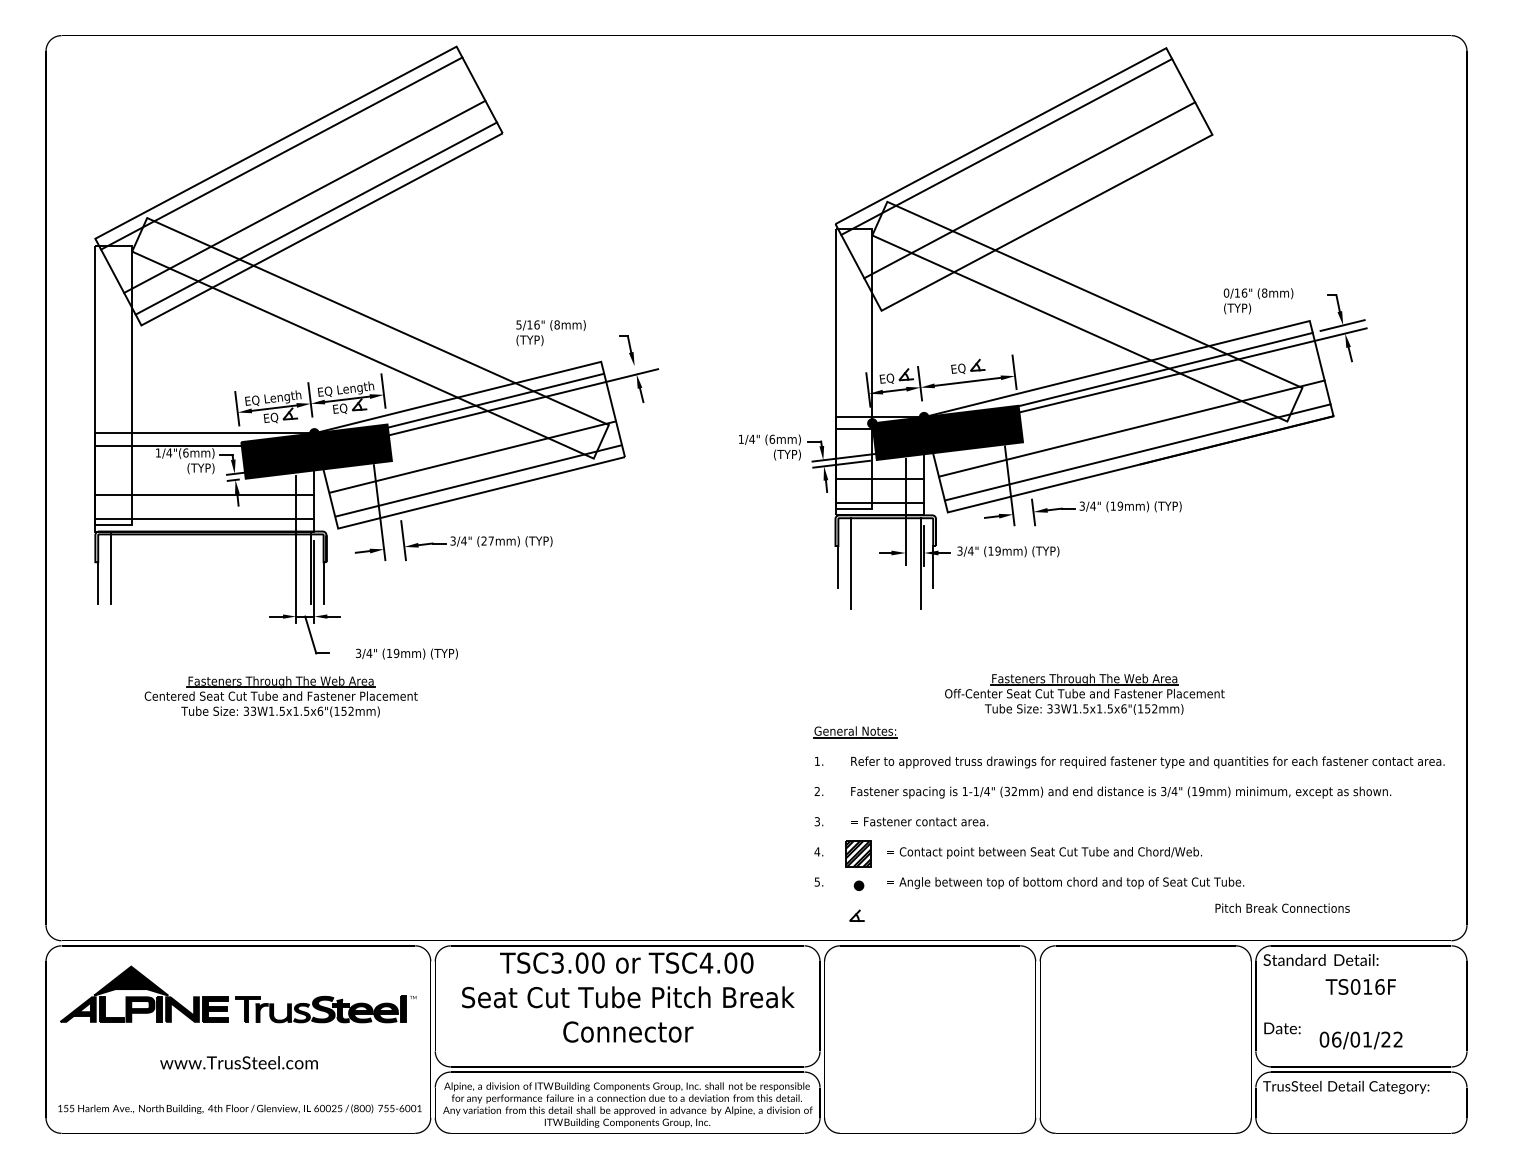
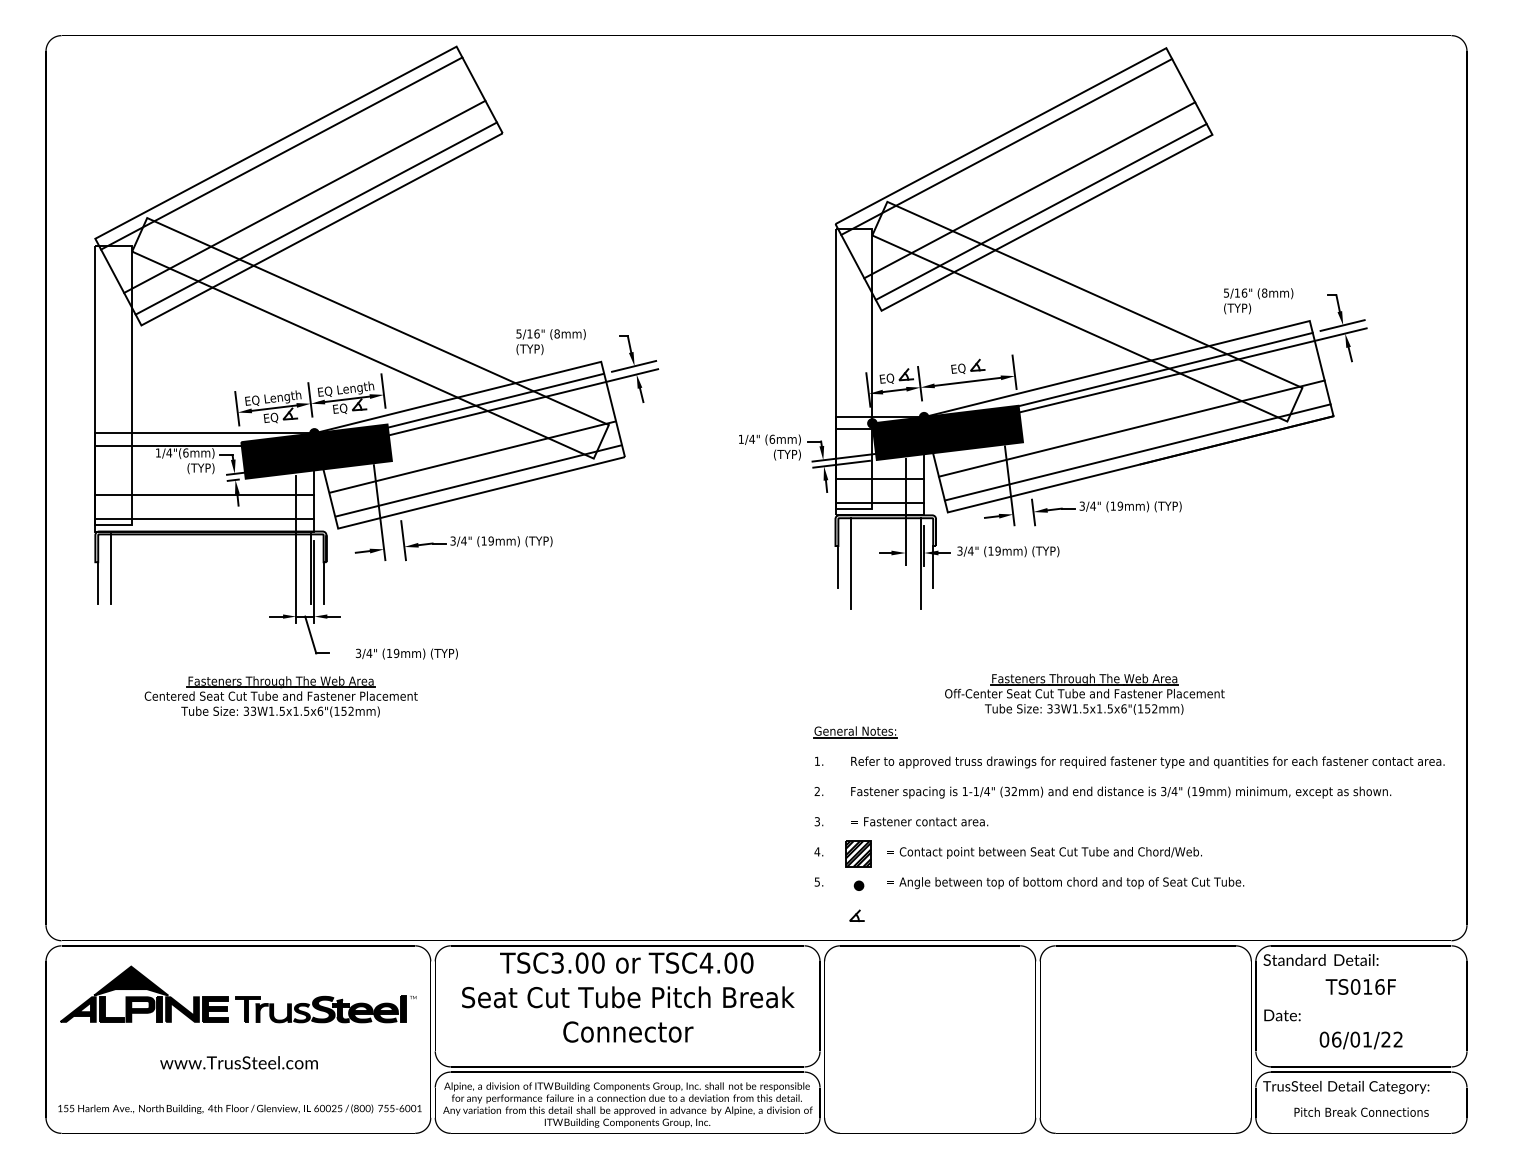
line at (1040, 211): none -> present
text at (1226, 292): 0/16" -> 5/16"
text at (550, 333) position: (550, 333) -> (550, 342)
line at (634, 366): none -> present
text at (487, 540): (27mm) -> (19mm)
text at (1282, 907) position: (1282, 907) -> (1361, 1111)
text at (1282, 1028) position: (1282, 1028) -> (1282, 1015)
